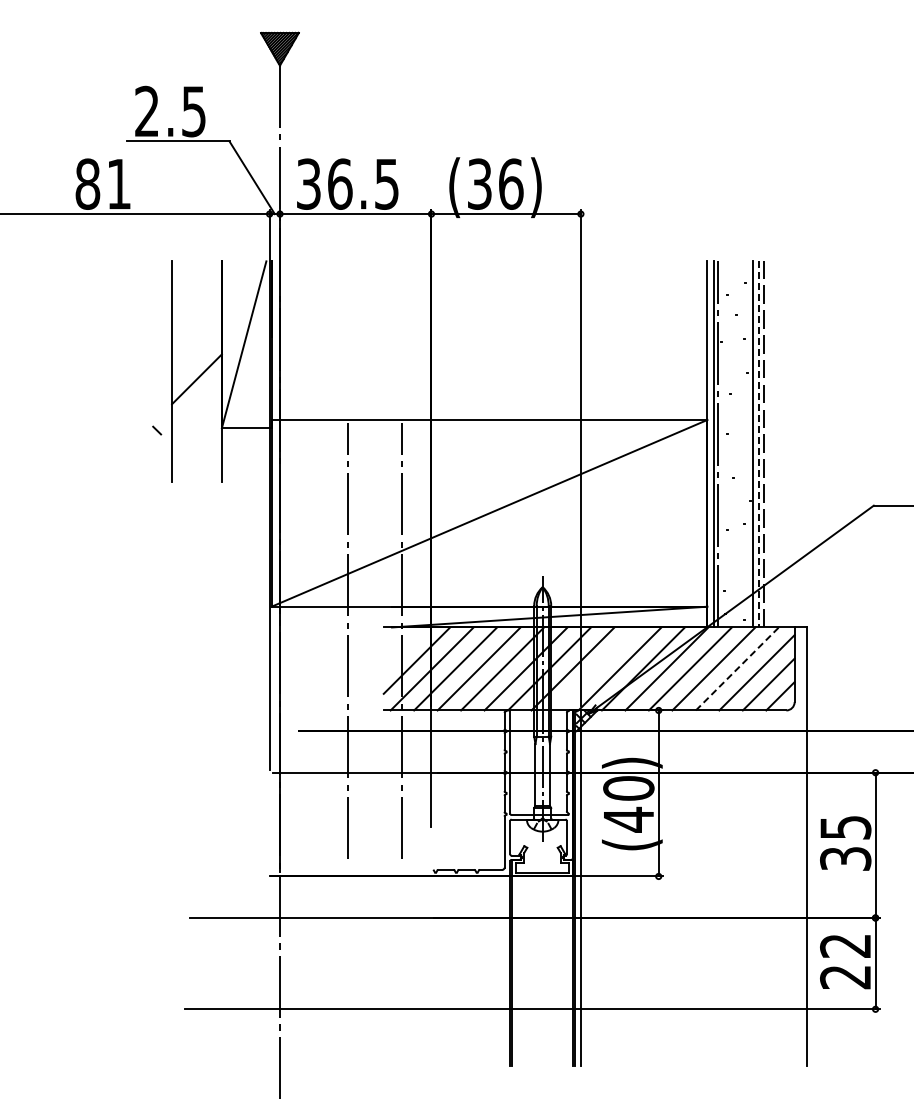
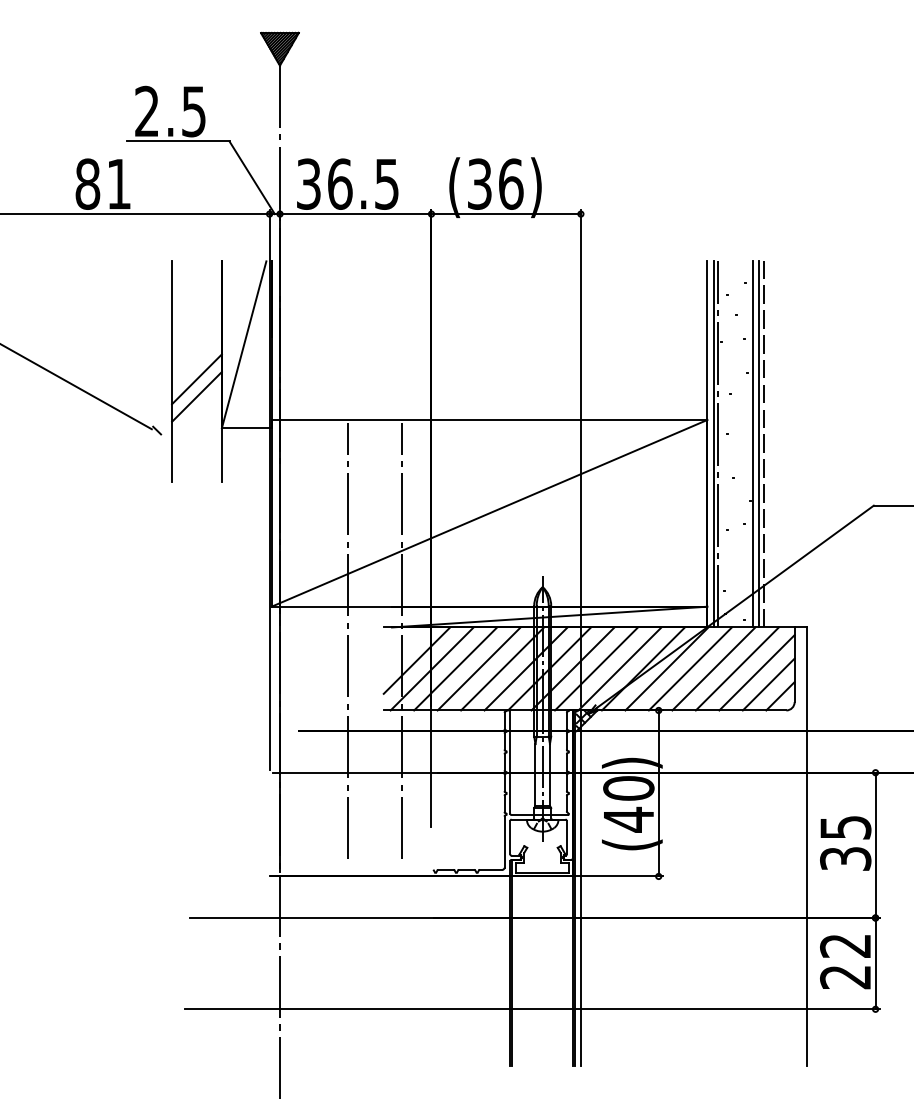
line at (76, 387): none -> present
line at (196, 396): none -> present
line at (759, 444): dashed -> solid
line at (596, 668): none -> present
line at (737, 668): dashed -> solid
